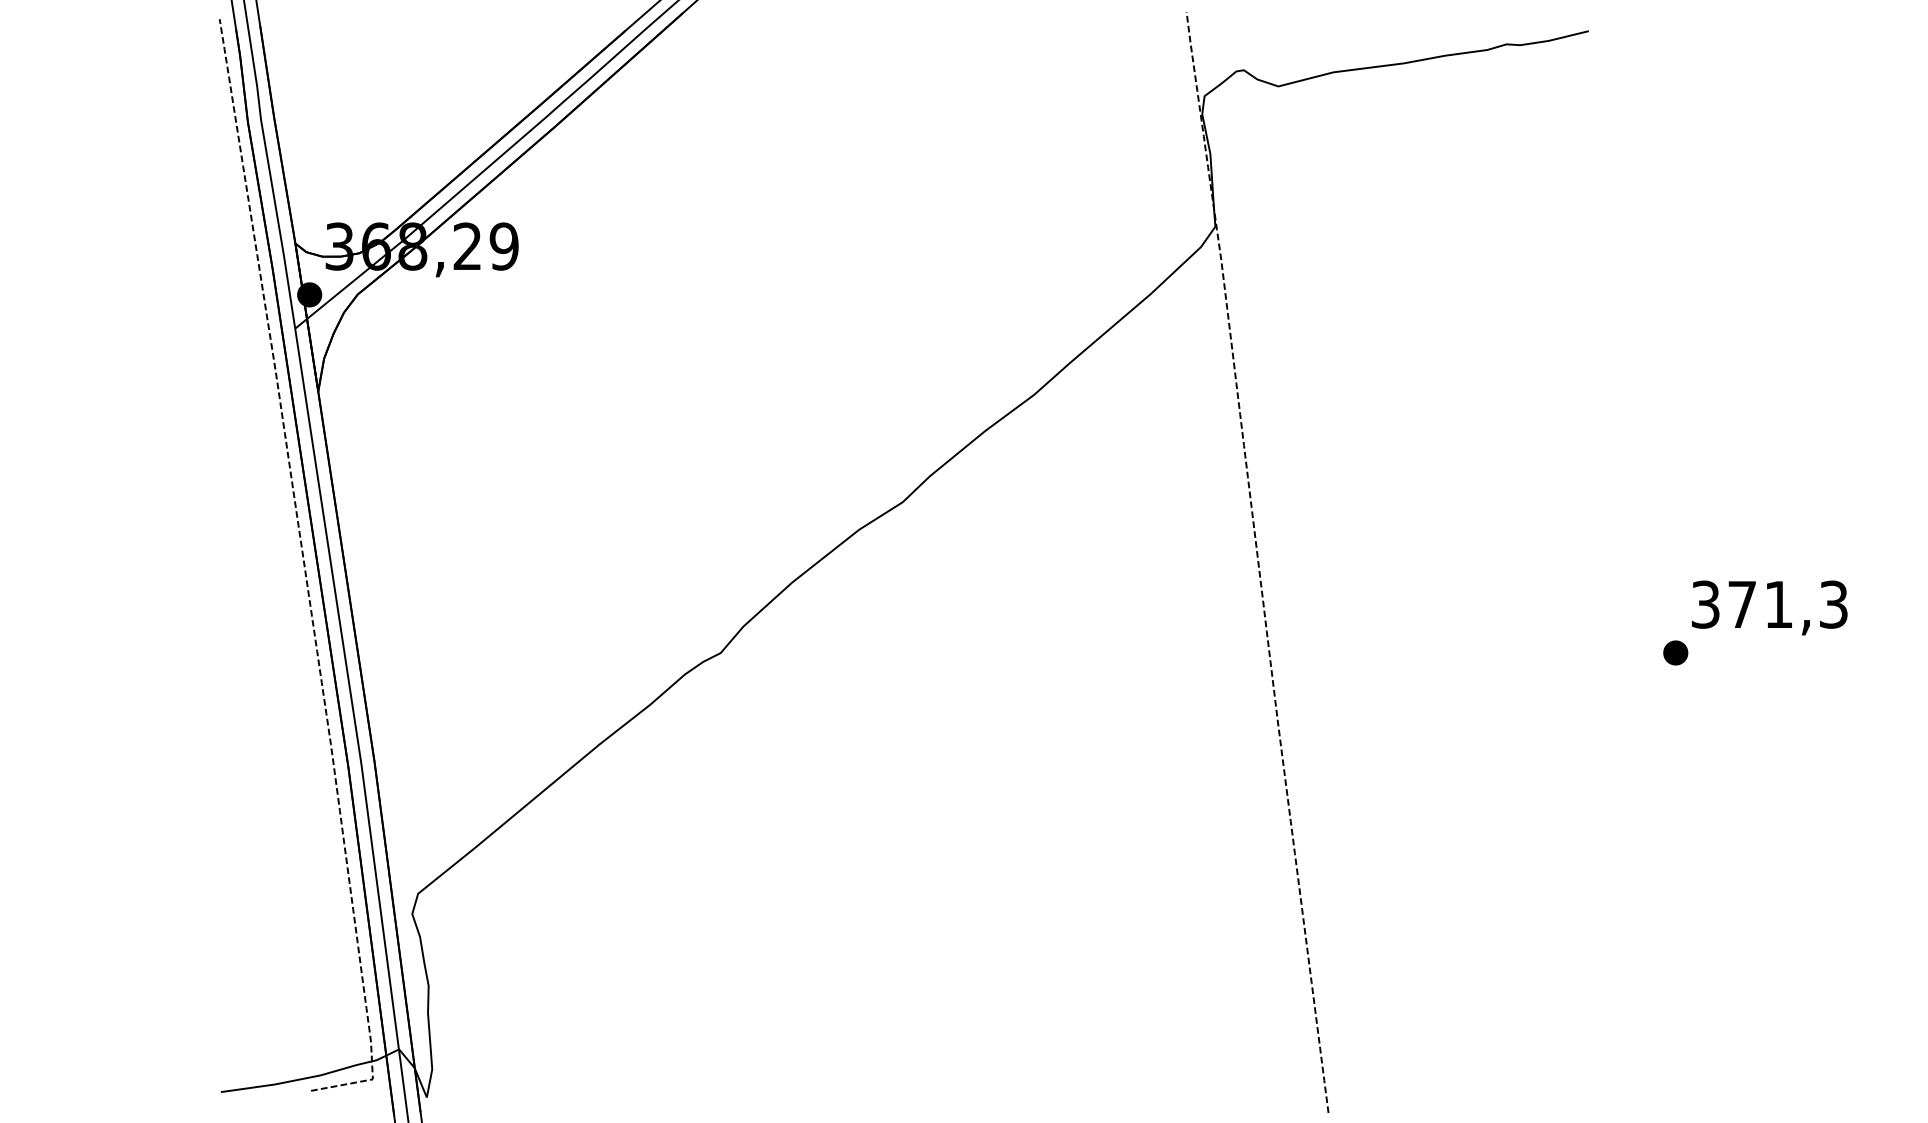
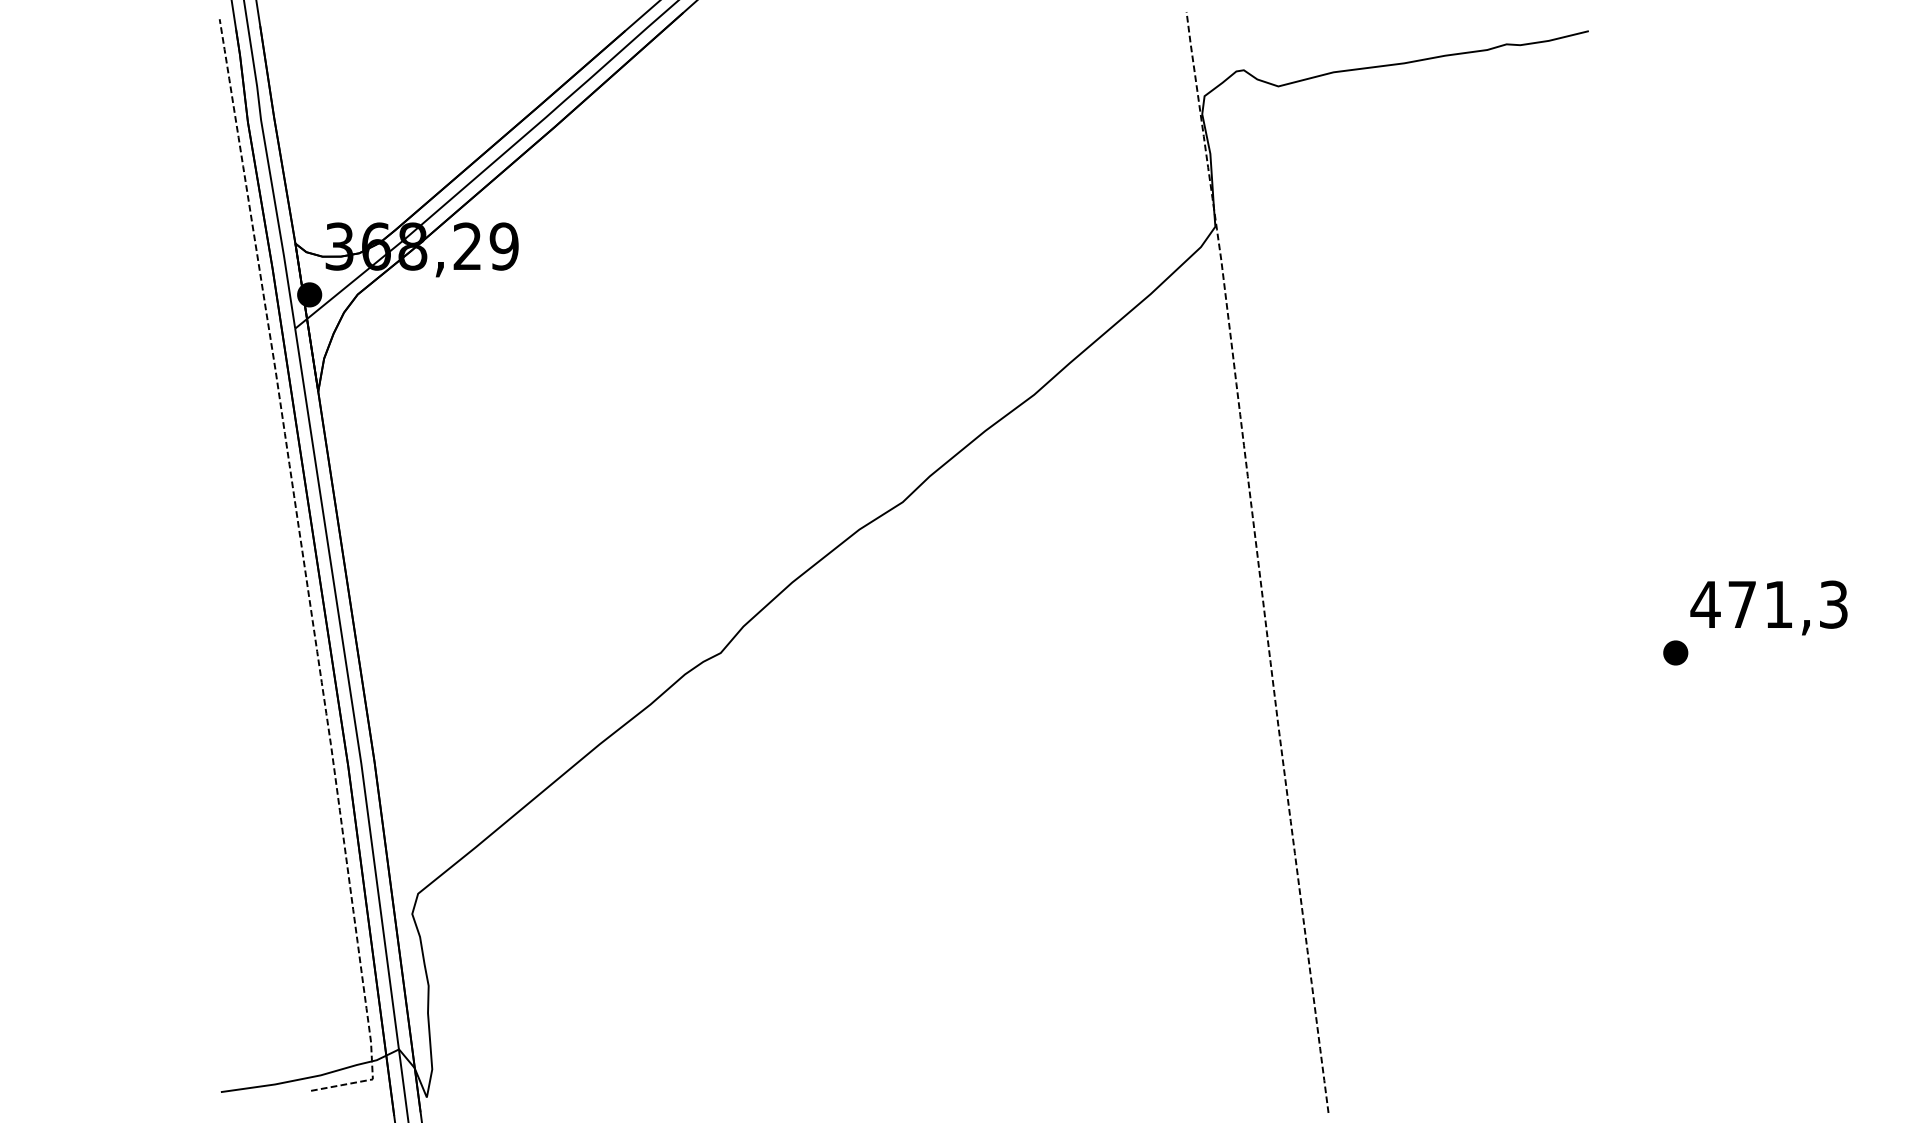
text at (1705, 604): 371,3 -> 471,3
